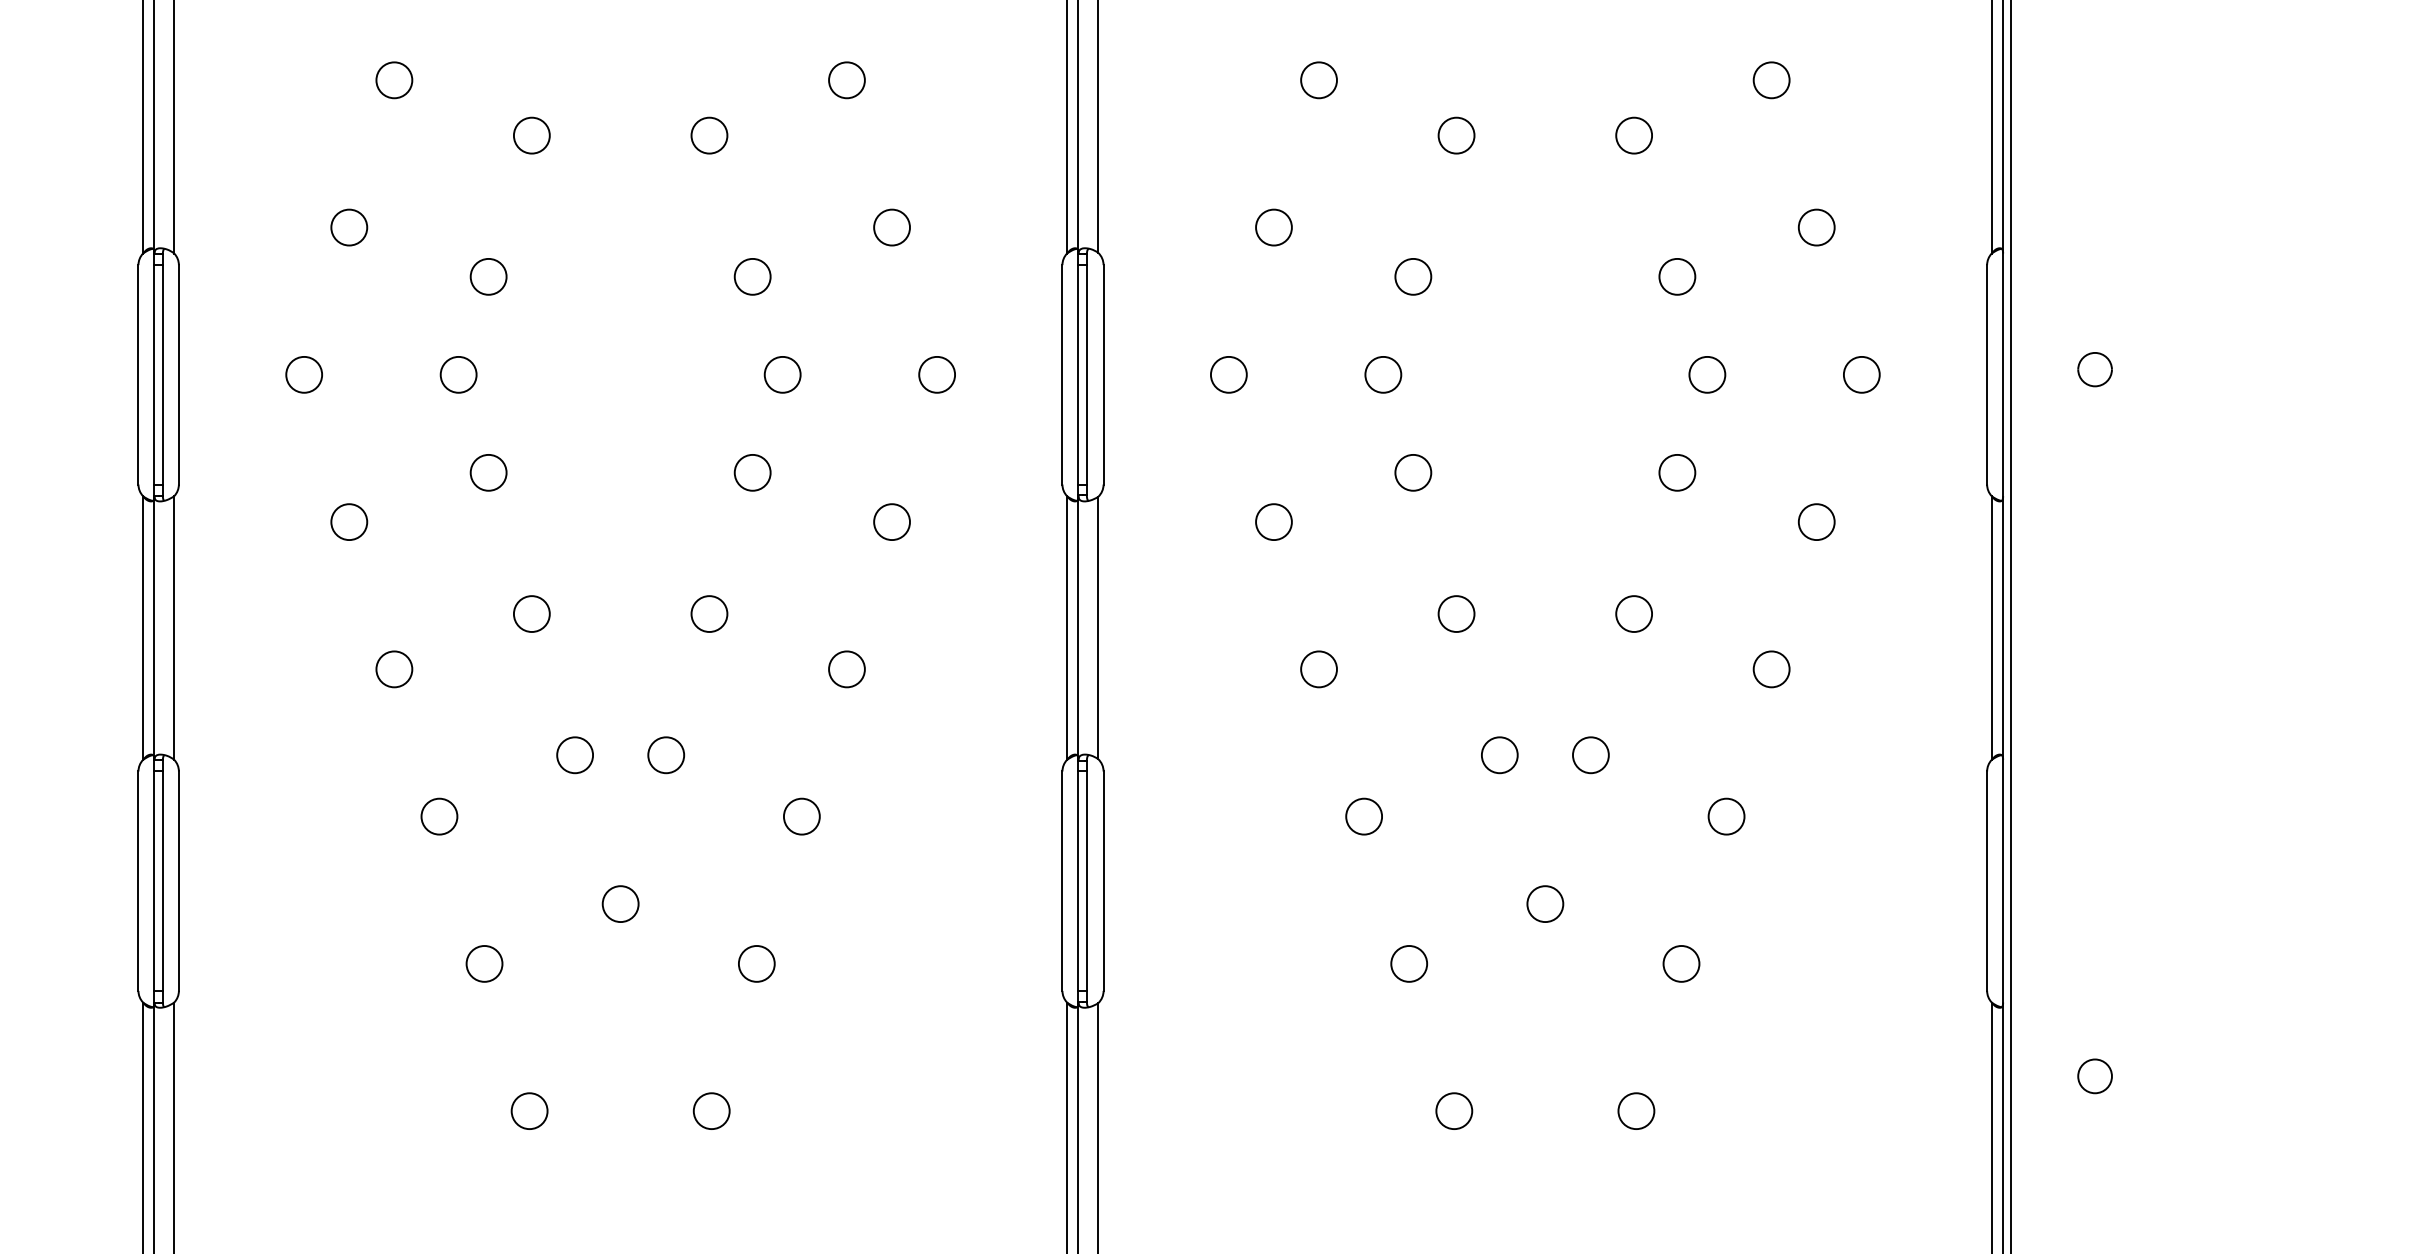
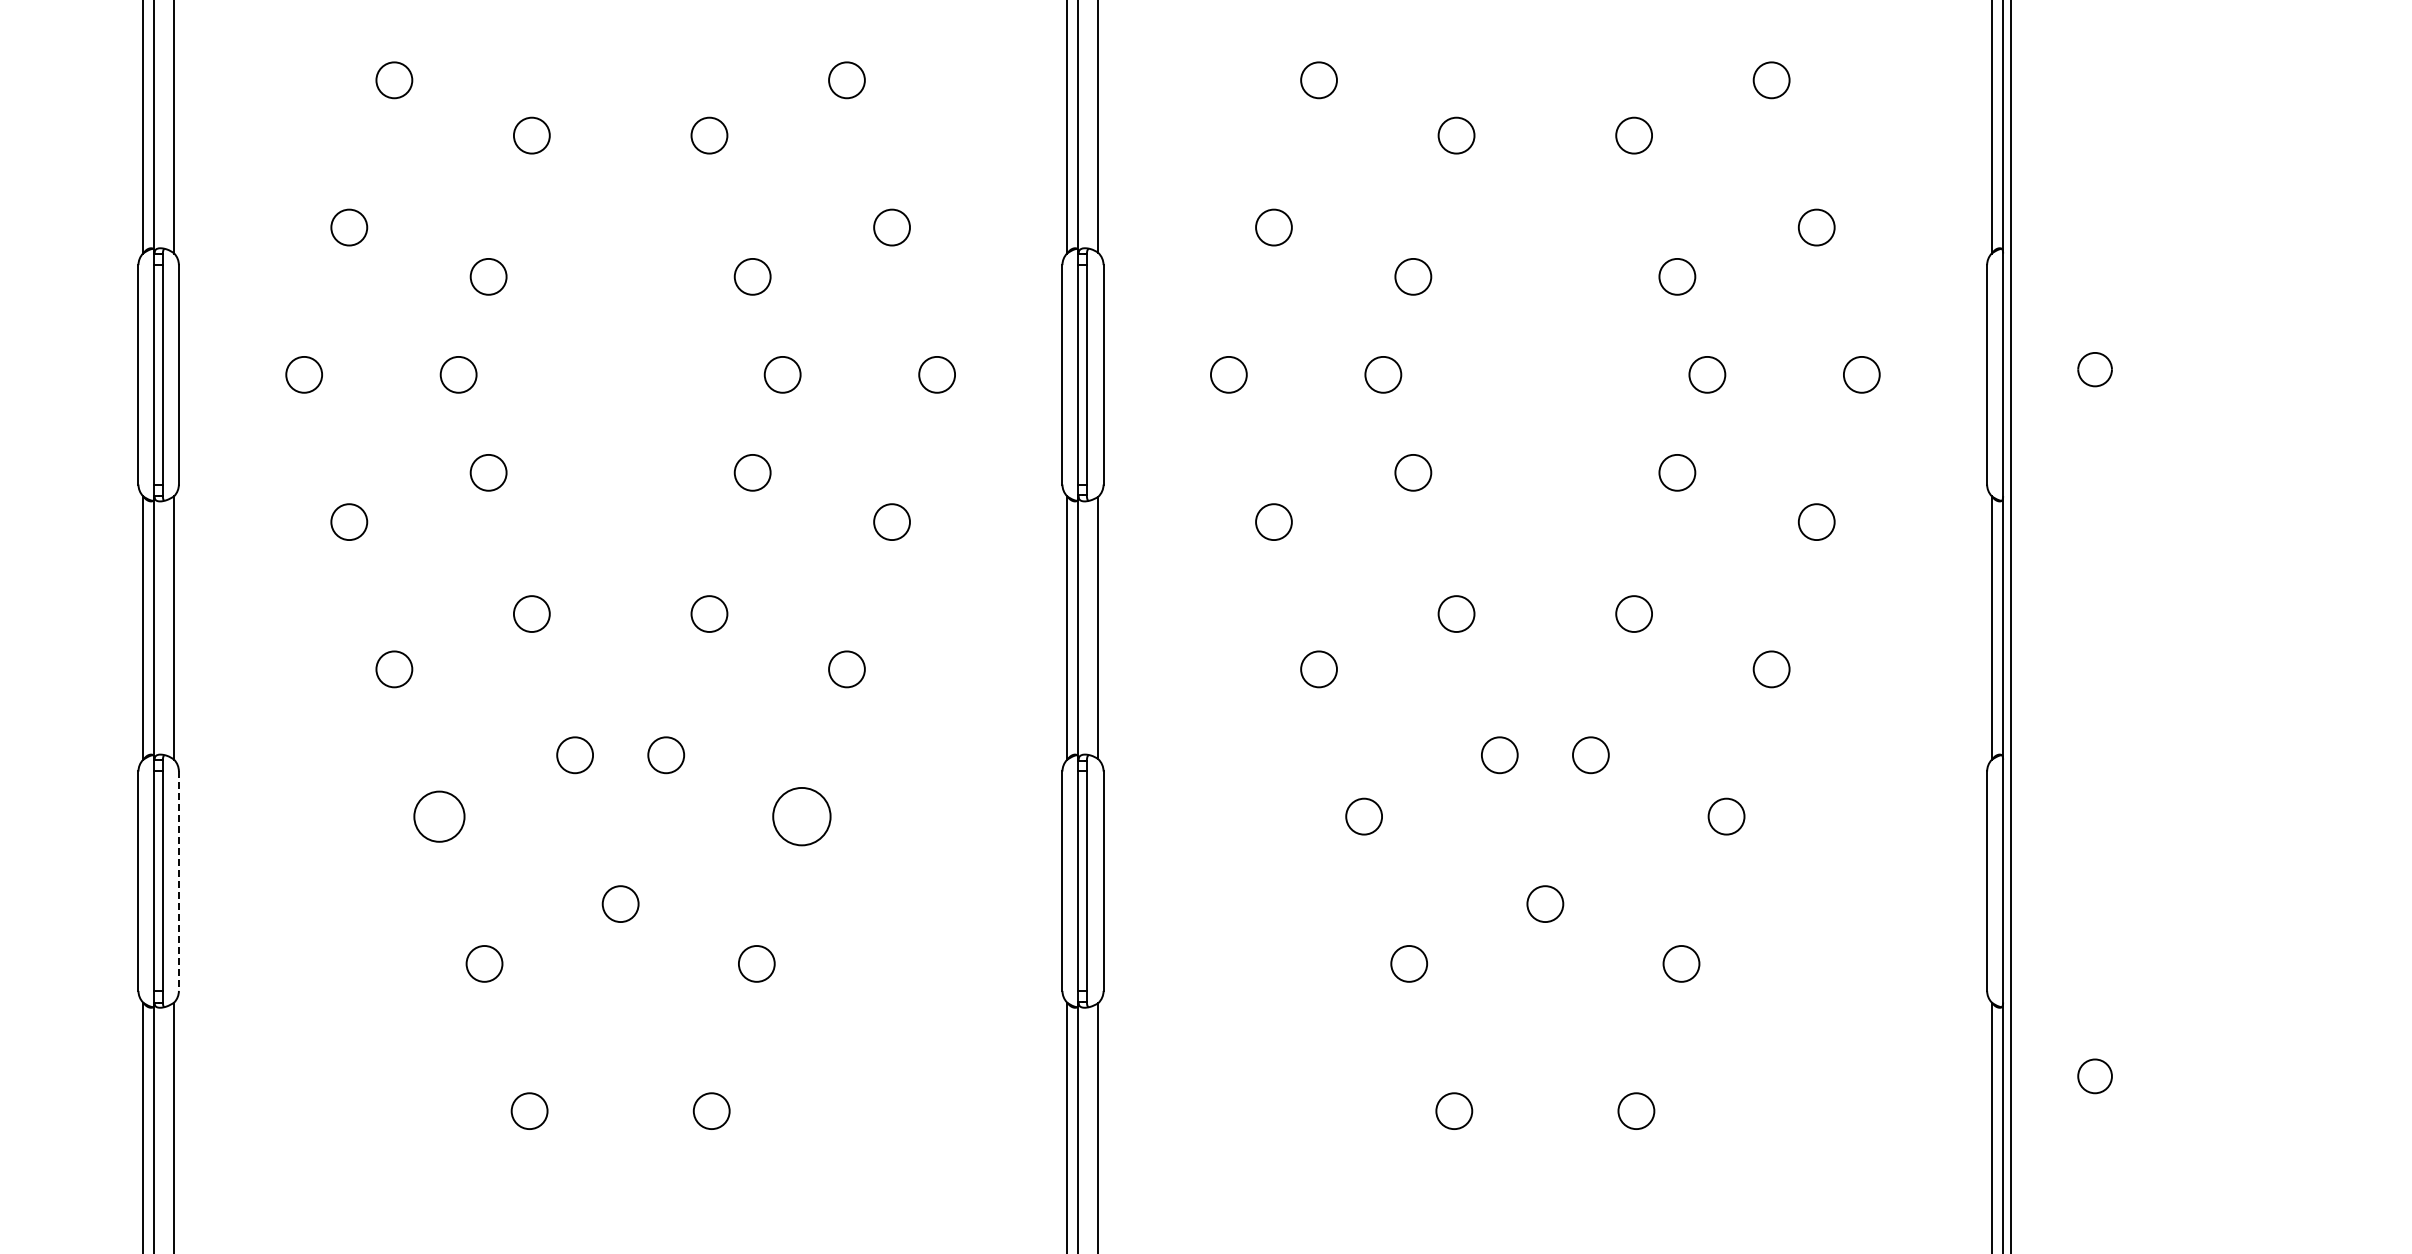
circle at (439, 816) size: 39x39 px -> 53x53 px
circle at (801, 816) diameter: 36 px -> 57 px
line at (178, 881): solid -> dashed
